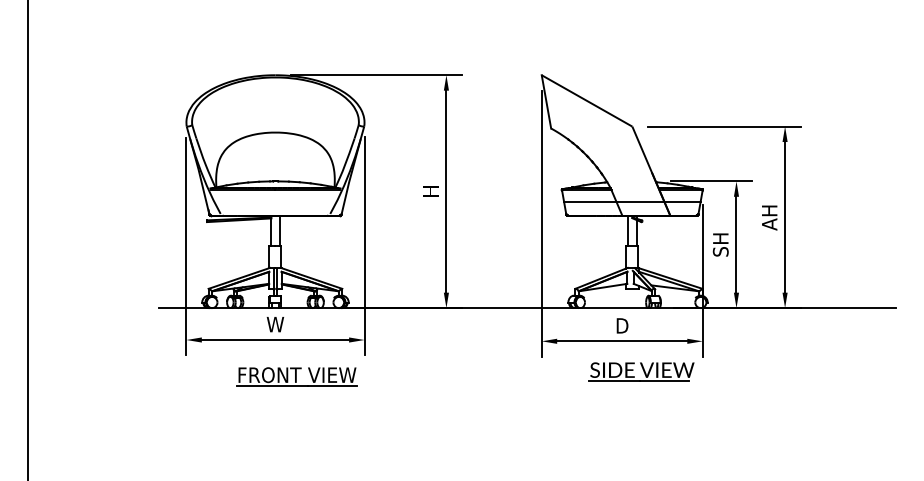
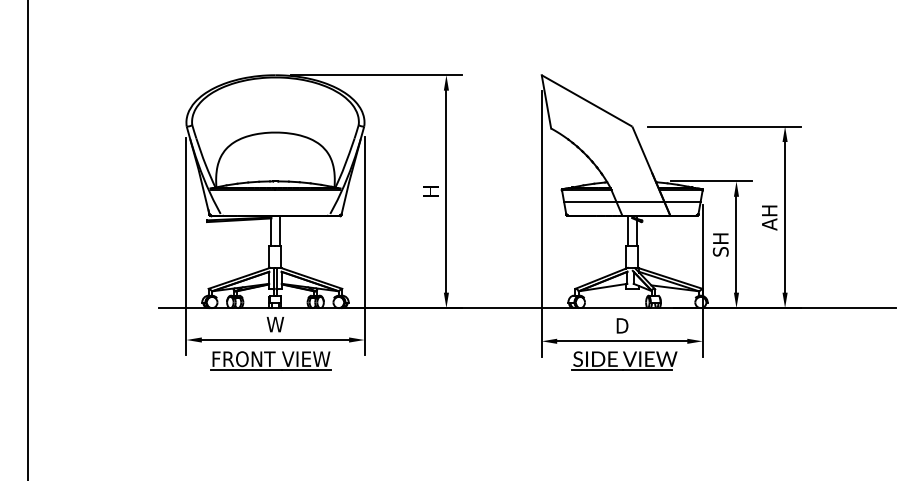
part at (641, 371) position: (641, 371) -> (624, 360)
part at (296, 376) position: (296, 376) -> (270, 360)
